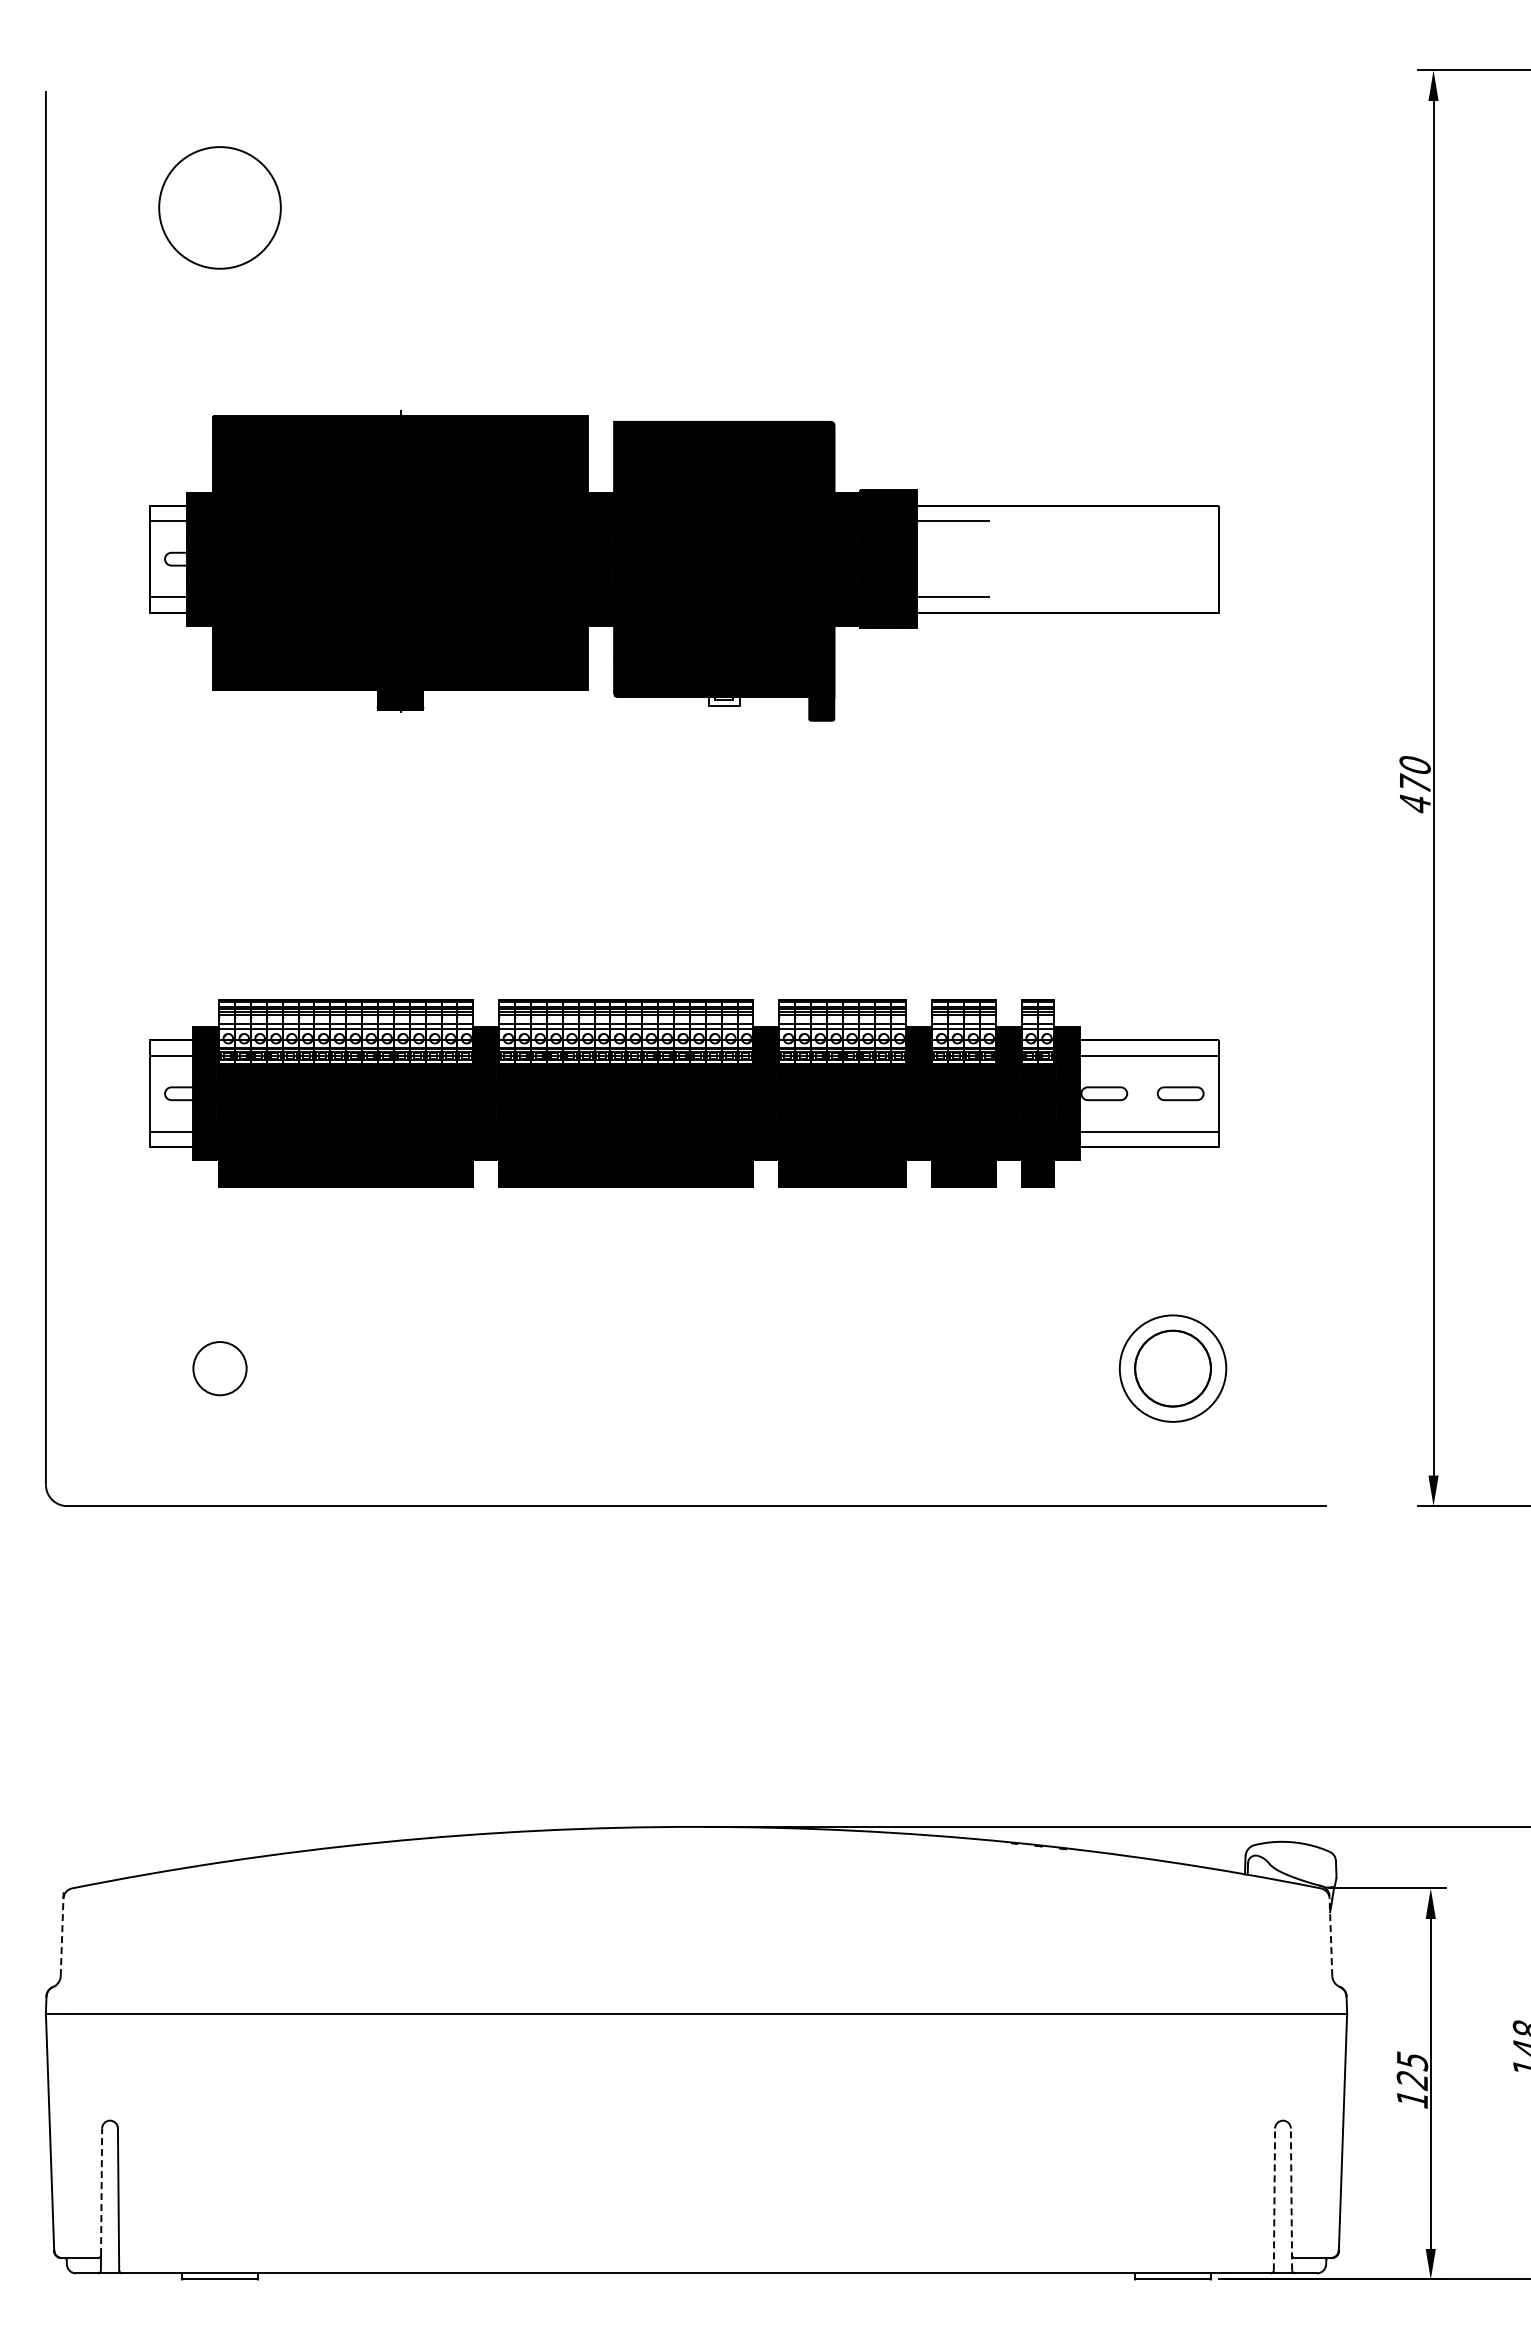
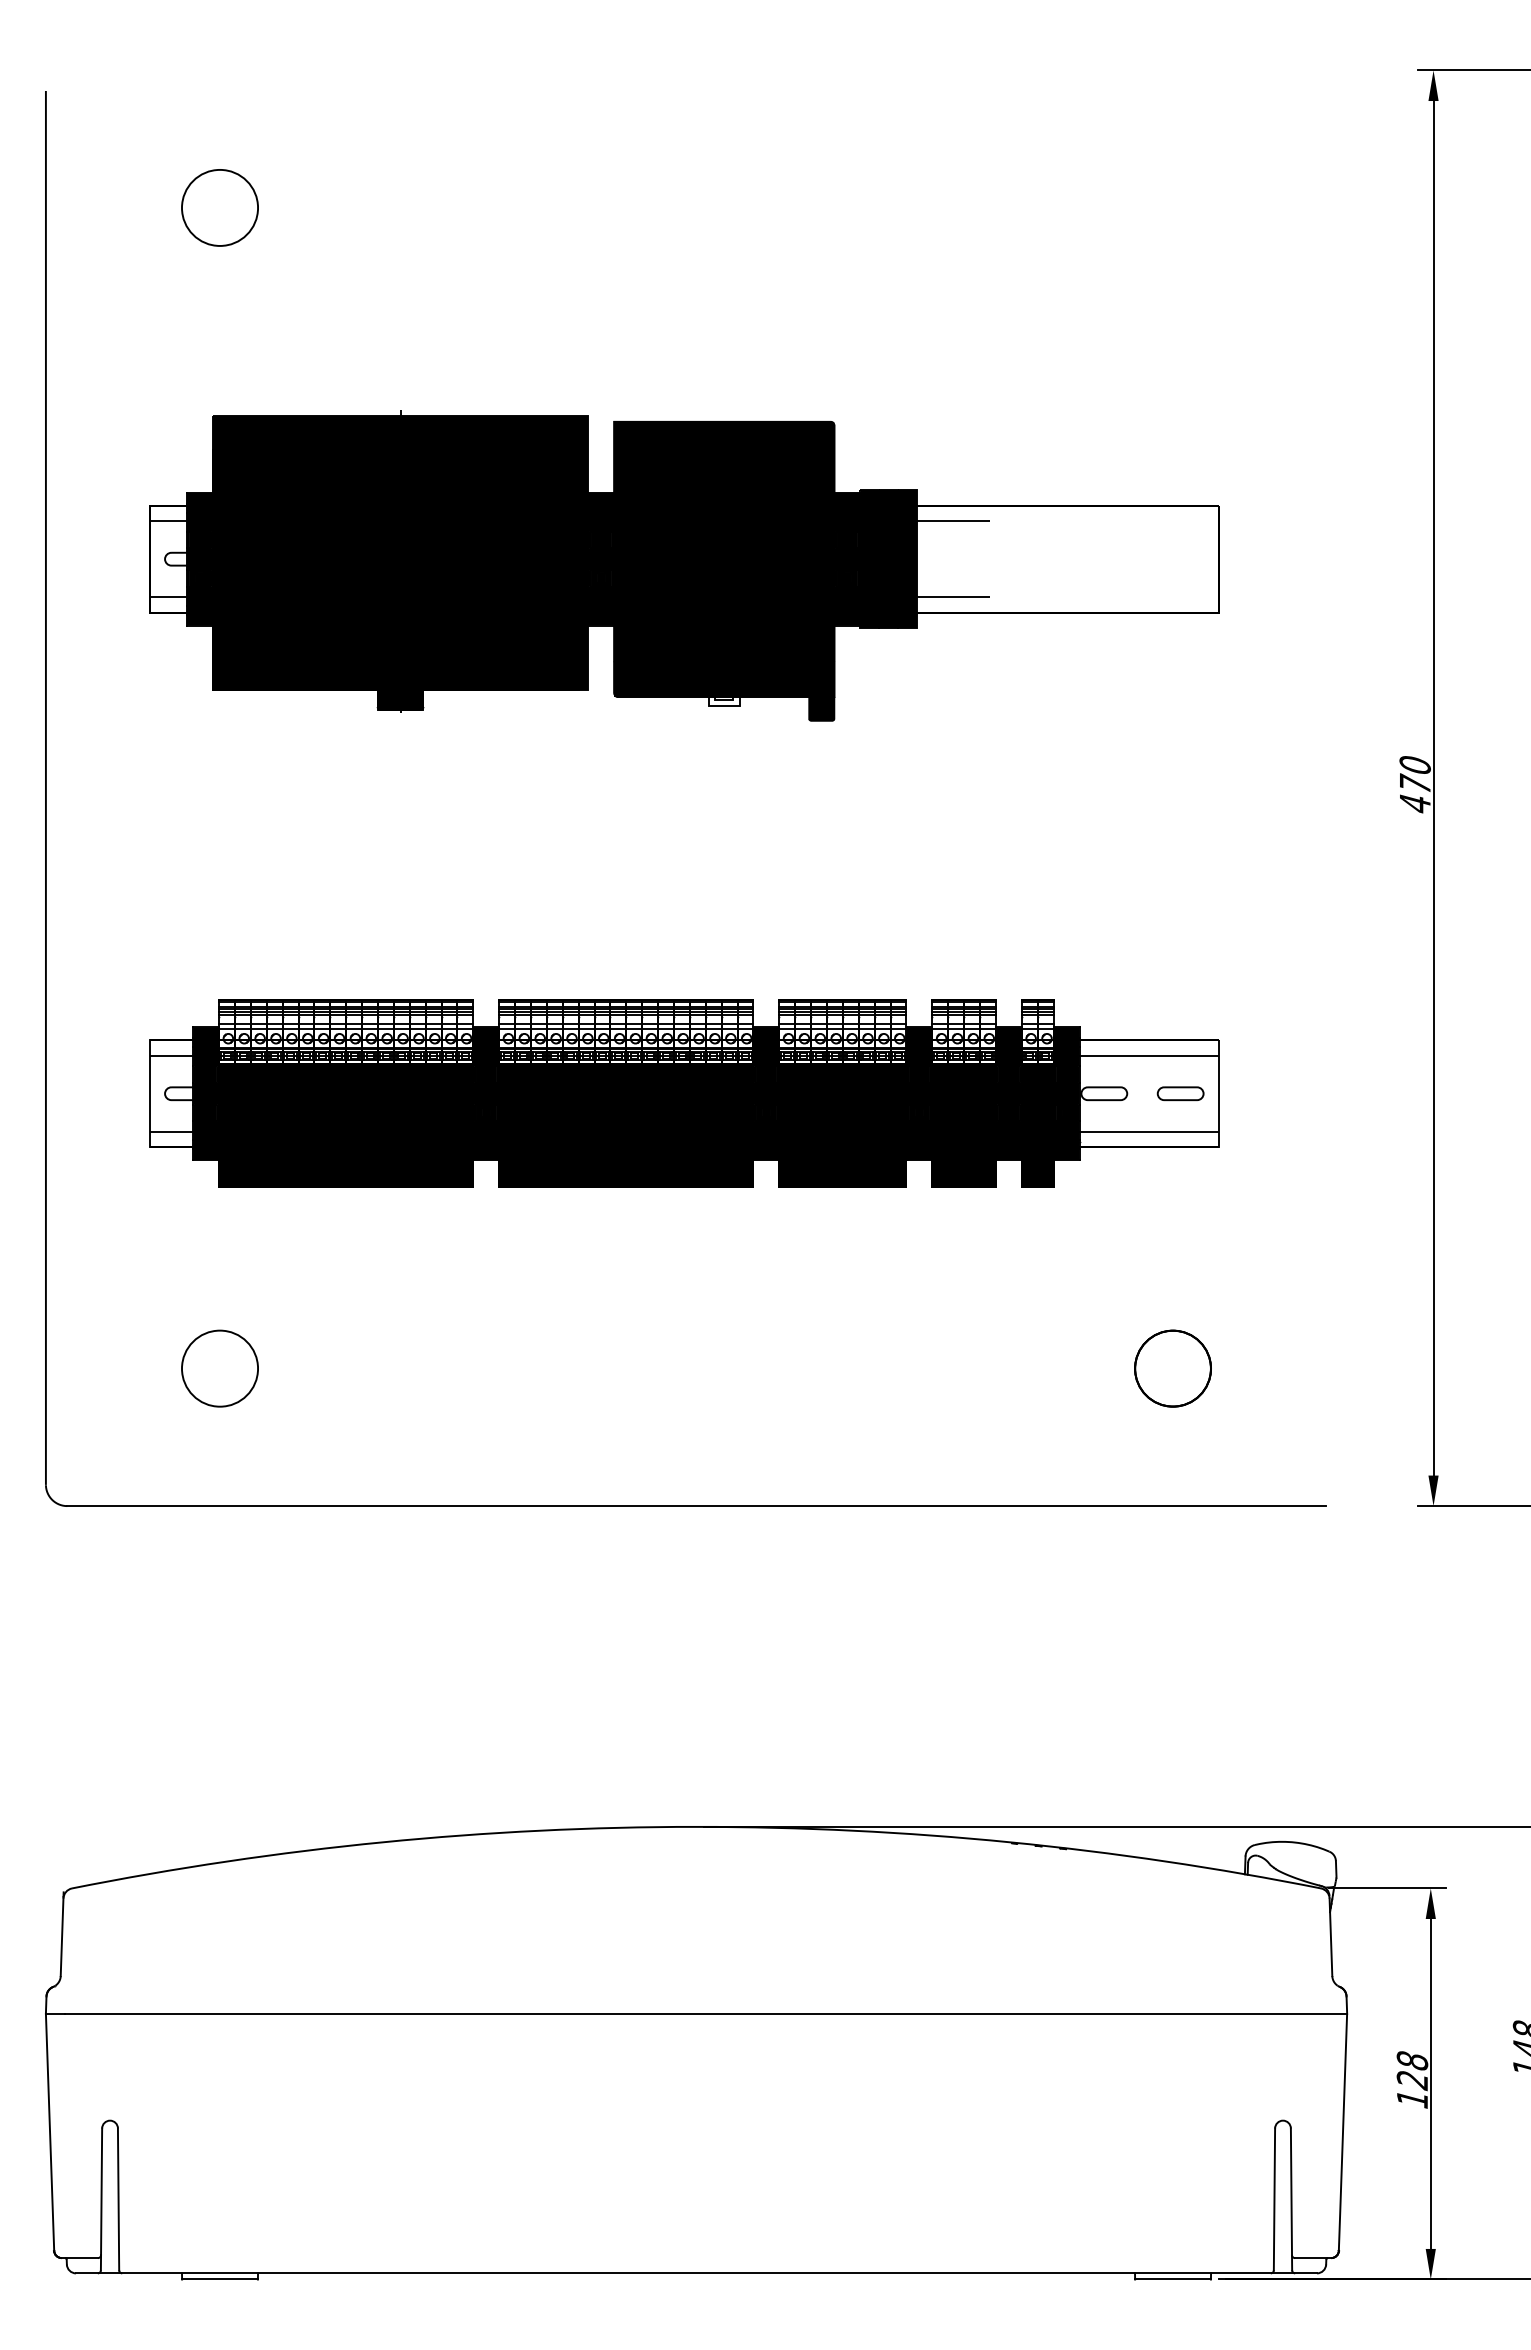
circle at (219, 207) diameter: 122 px -> 76 px
circle at (219, 1368) diameter: 53 px -> 76 px
circle at (1172, 1368) diameter: 106 px -> 76 px
line at (62, 1934): dashed -> solid
line at (1330, 1937): dashed -> solid
text at (1412, 2061): 125 -> 128
line at (101, 2191): dashed -> solid
line at (1274, 2199): dashed -> solid
line at (1291, 2199): dashed -> solid
